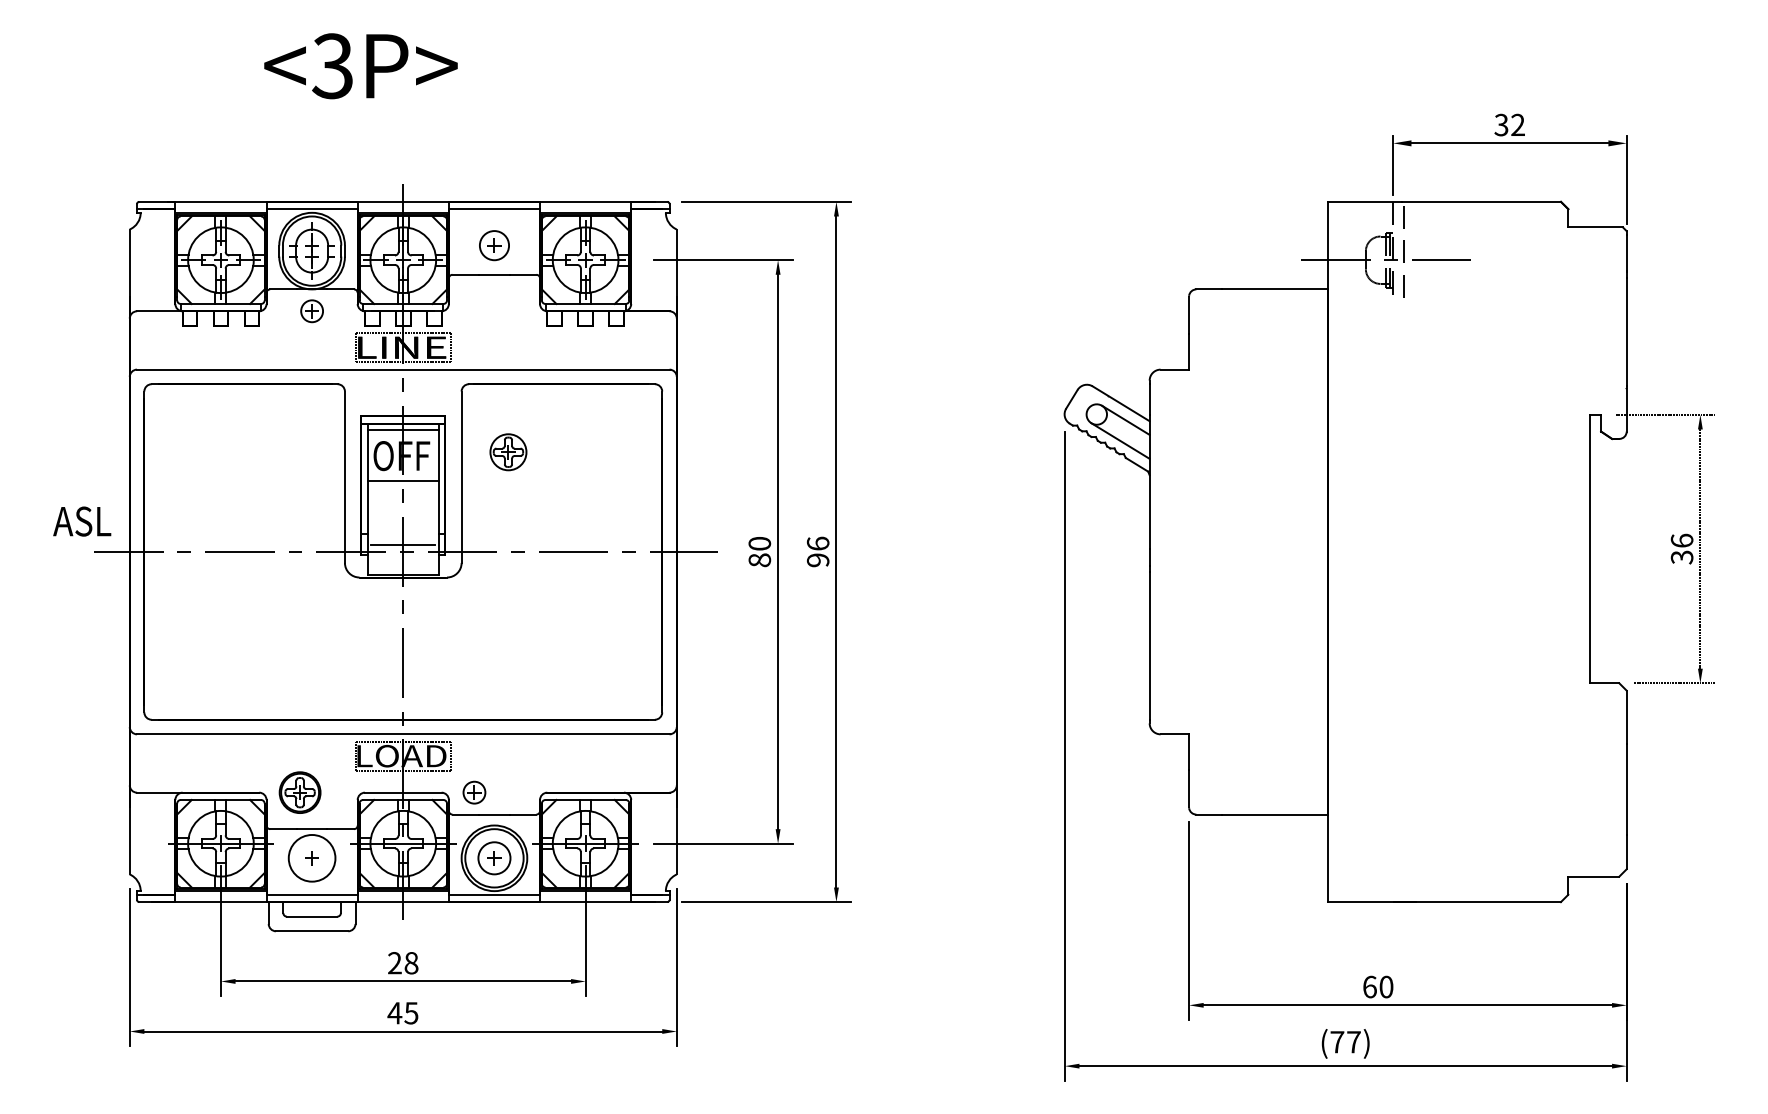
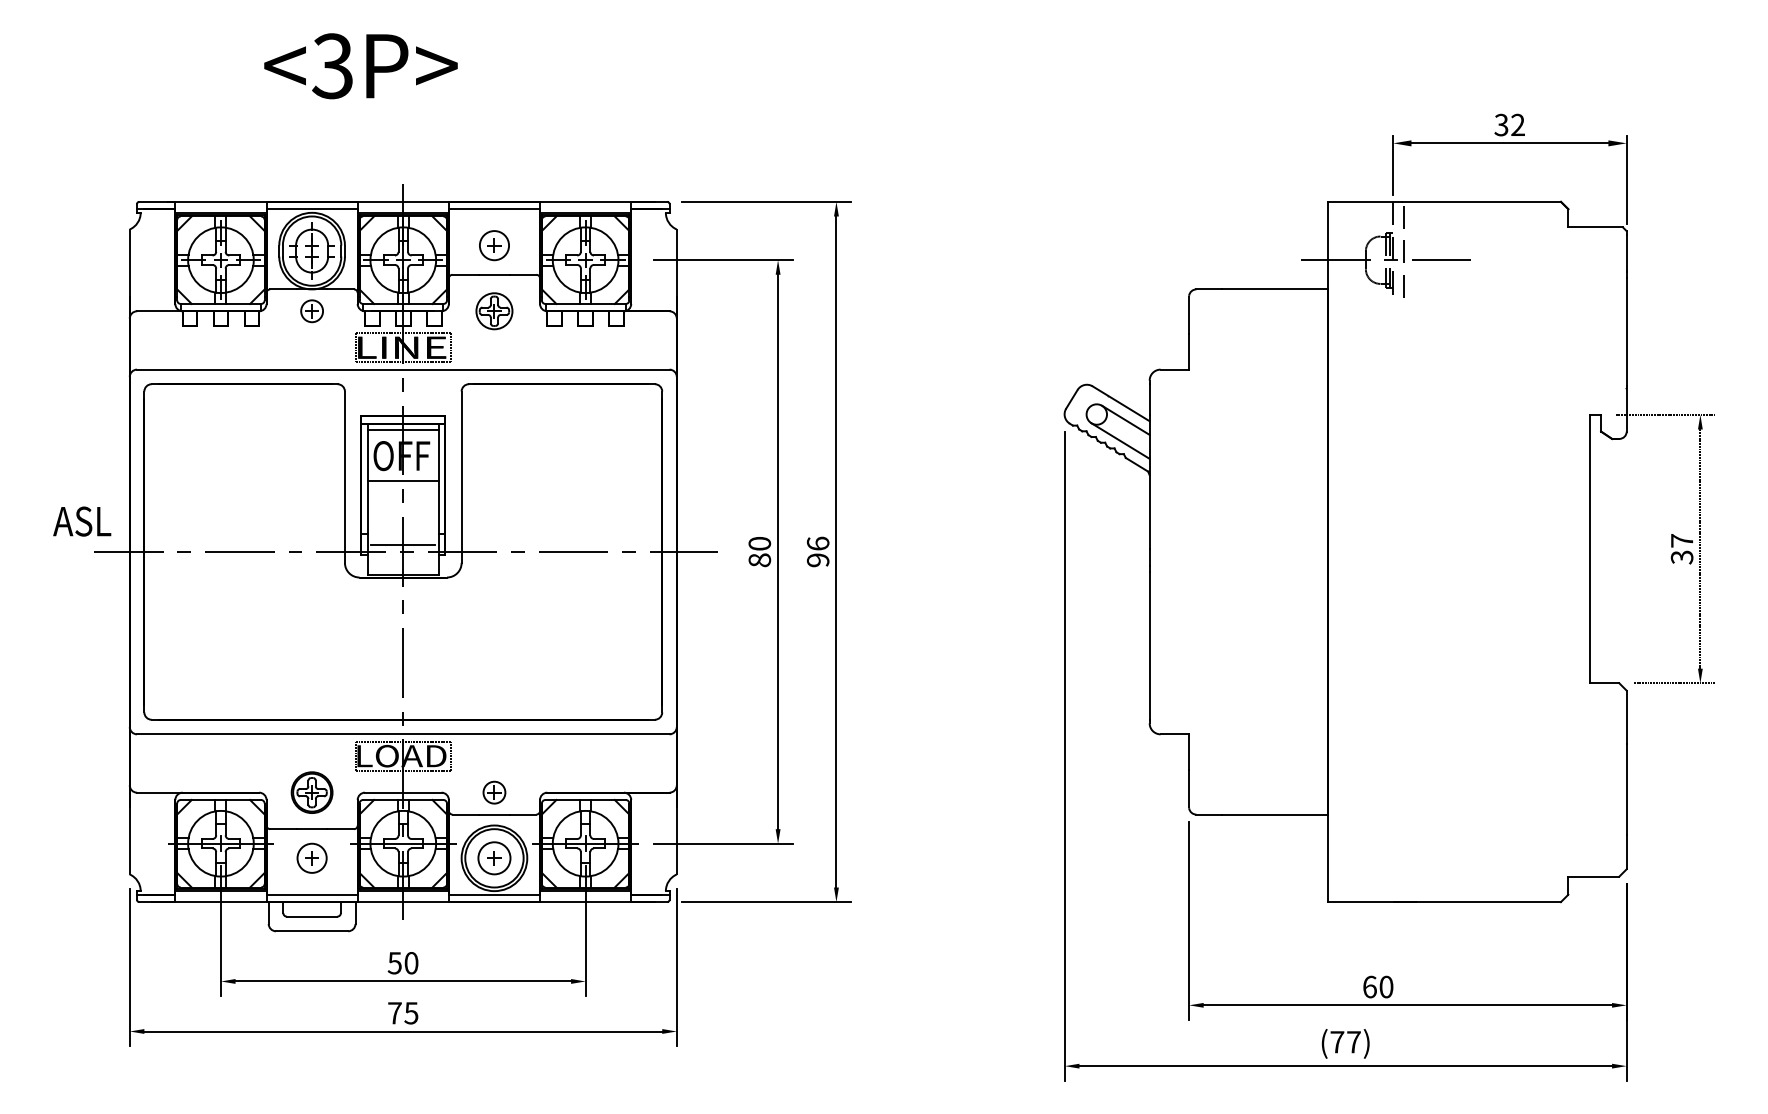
part at (508, 452) position: (508, 452) -> (494, 311)
text at (1681, 540): 36 -> 37
part at (299, 792) position: (299, 792) -> (311, 792)
part at (474, 792) position: (474, 792) -> (494, 792)
circle at (311, 857) diameter: 47 px -> 29 px
text at (402, 963): 28 -> 50
text at (394, 1013): 45 -> 75
